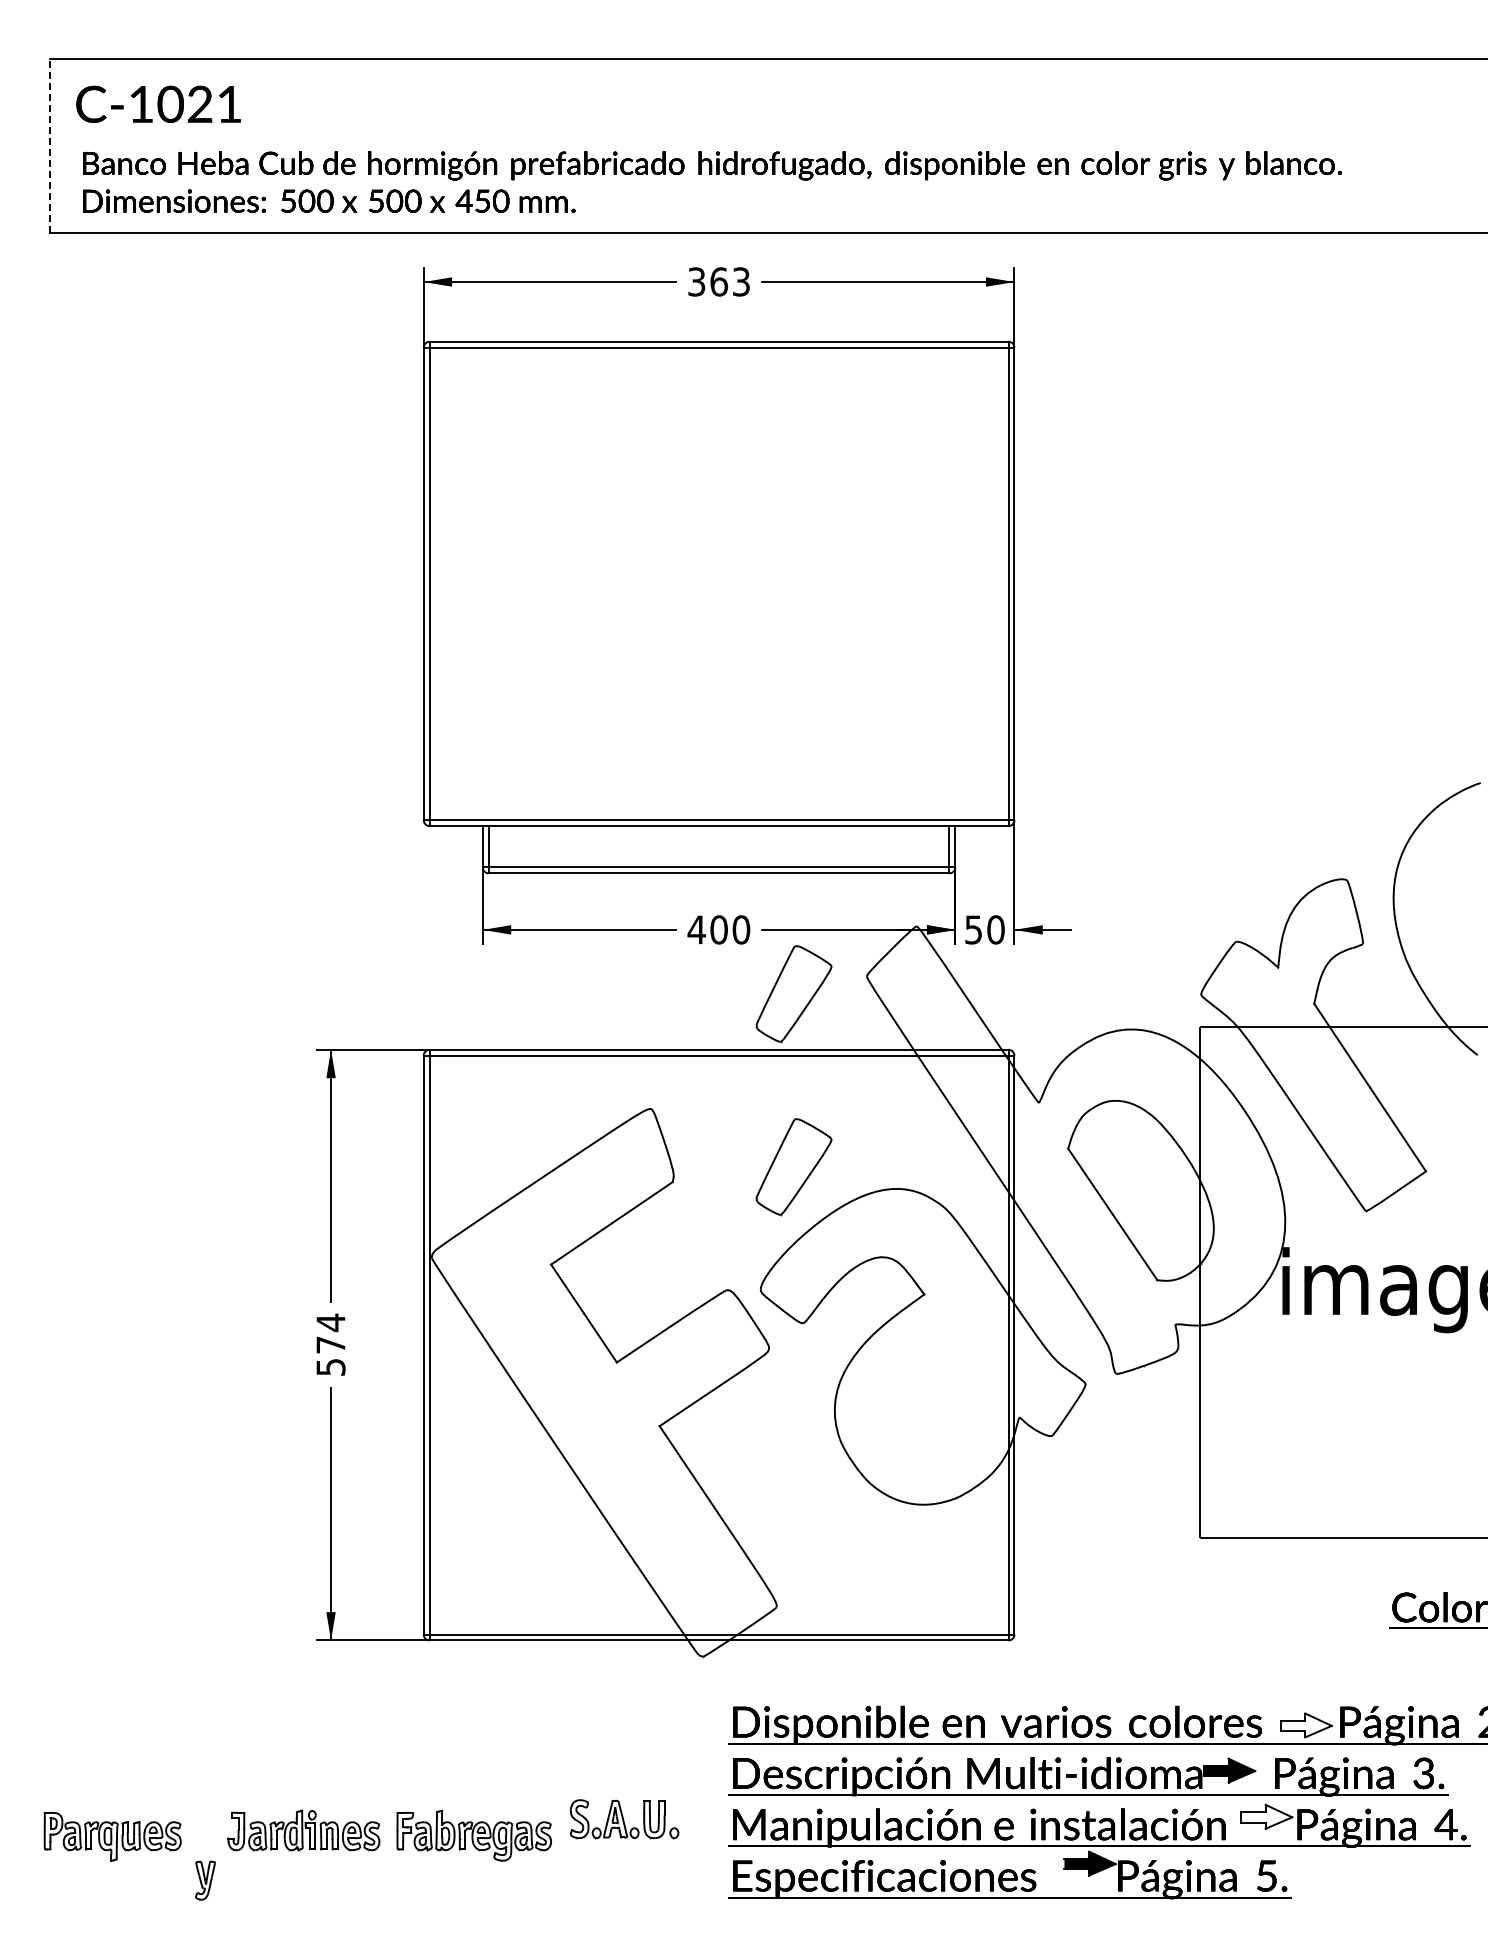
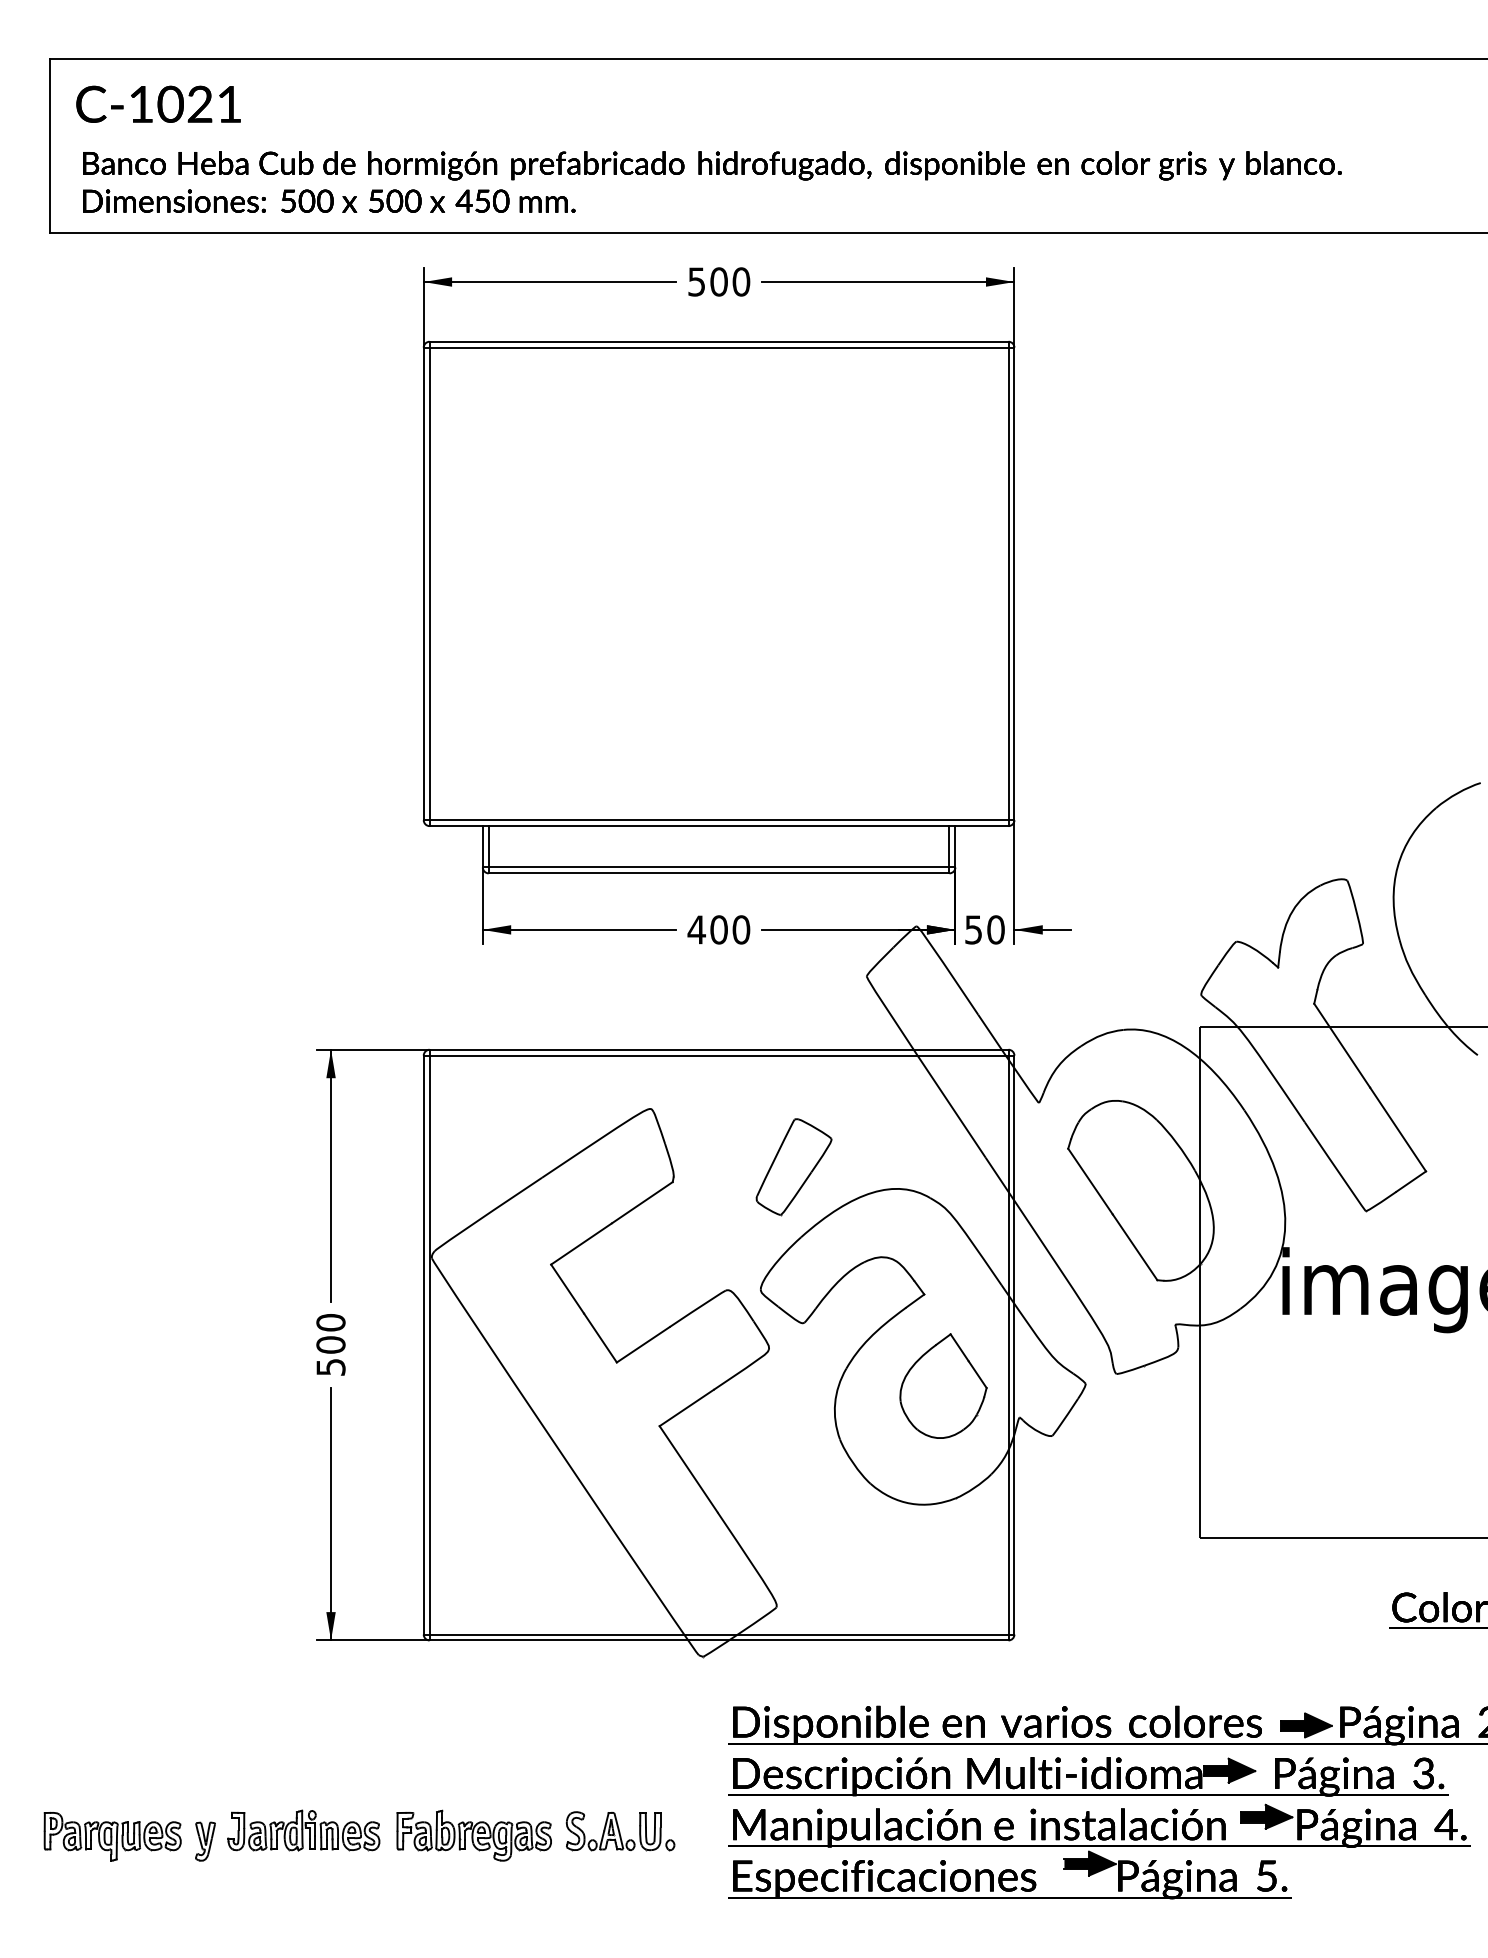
line at (49, 145): dashed -> solid
text at (719, 281): 363 -> 500
part at (793, 994): present -> none
text at (330, 1333): 574 -> 500
part at (943, 1385): none -> present
fill at (1305, 1725): none -> present
fill at (1266, 1816): none -> present
part at (624, 1819) position: (624, 1819) -> (620, 1831)
part at (205, 1880) position: (205, 1880) -> (205, 1841)
